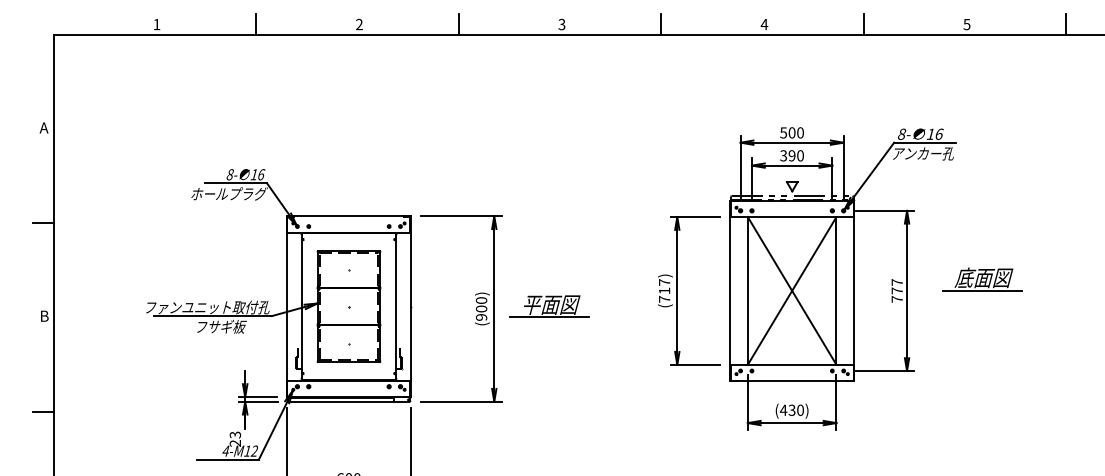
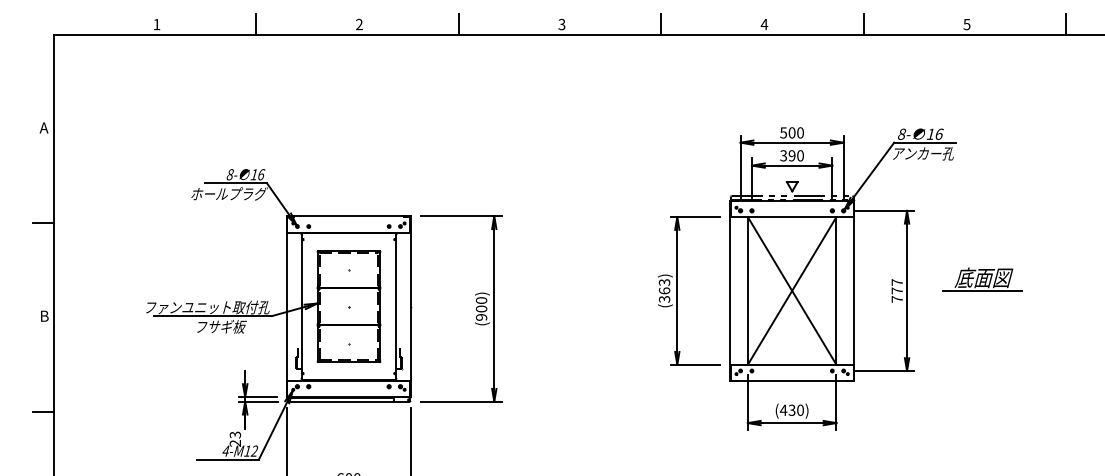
text at (664, 290): (717) -> (363)
part at (549, 306): present -> none
